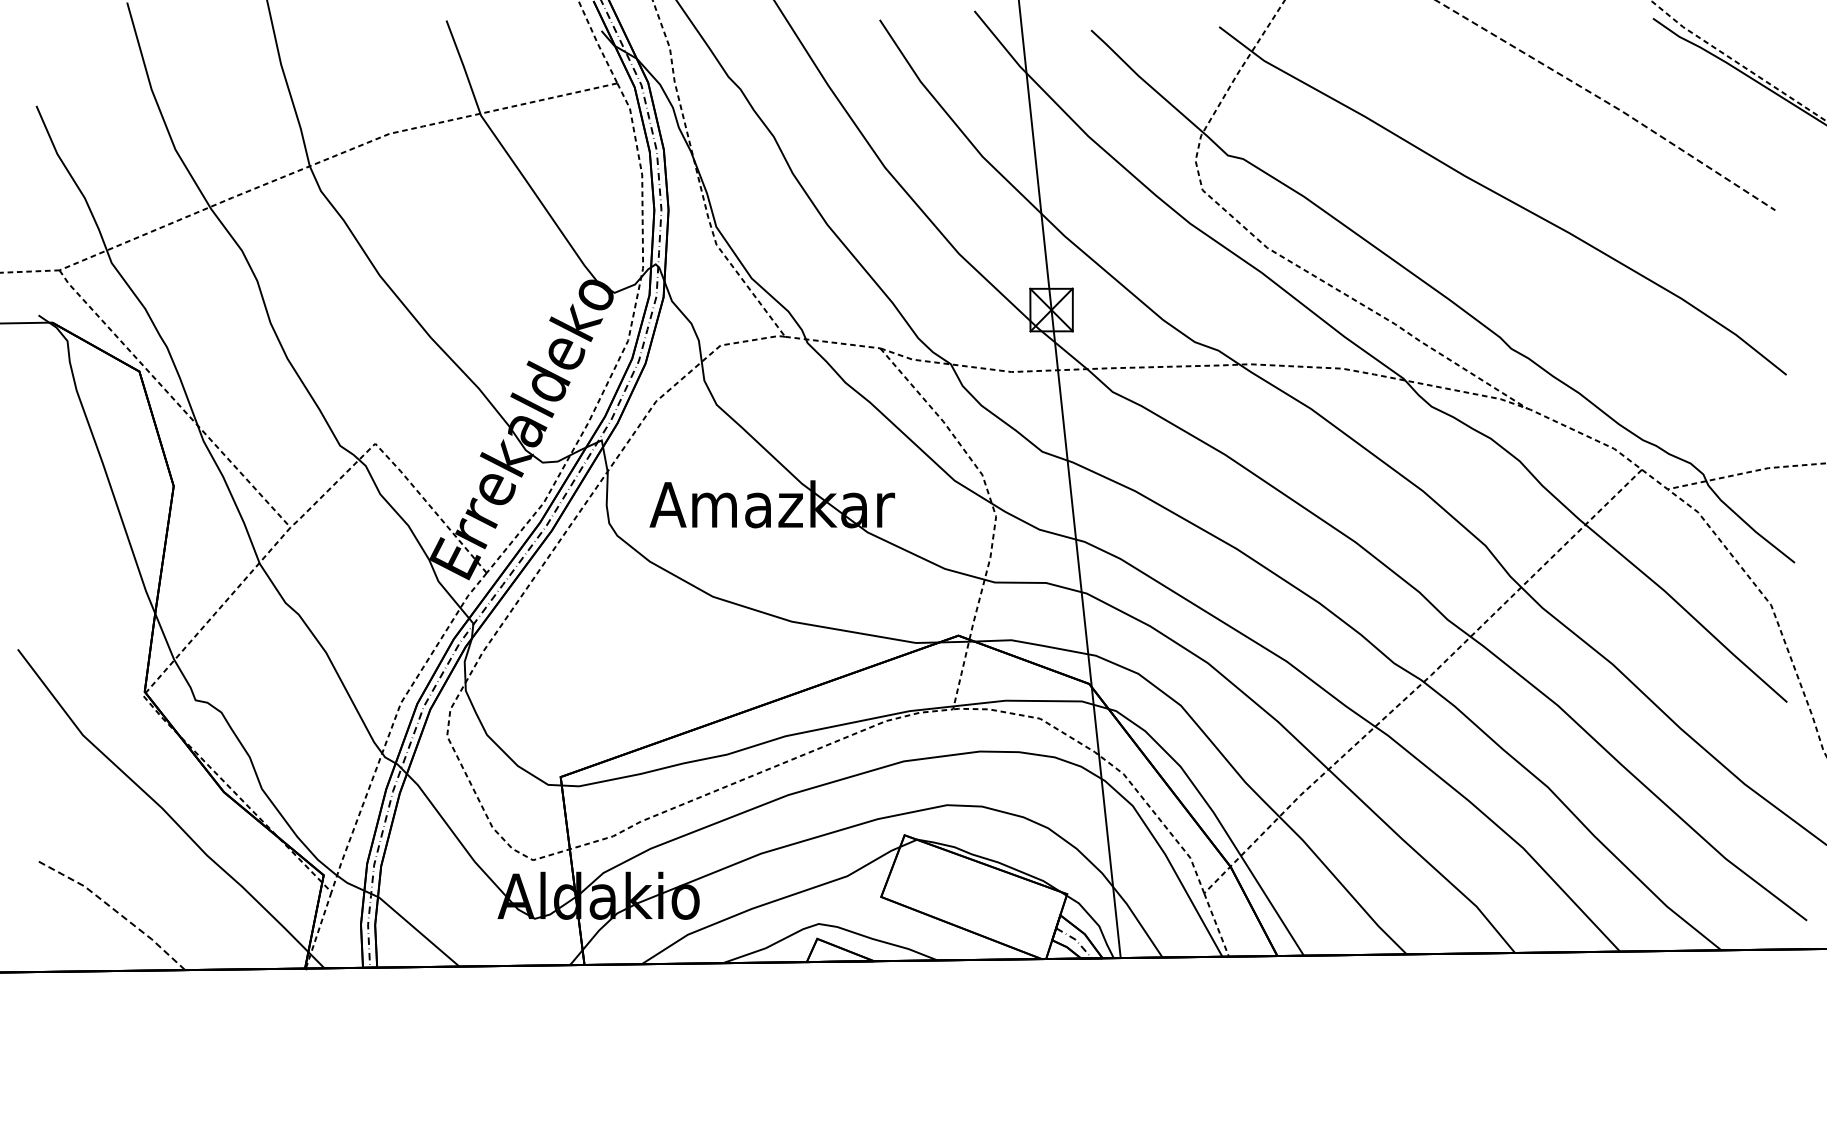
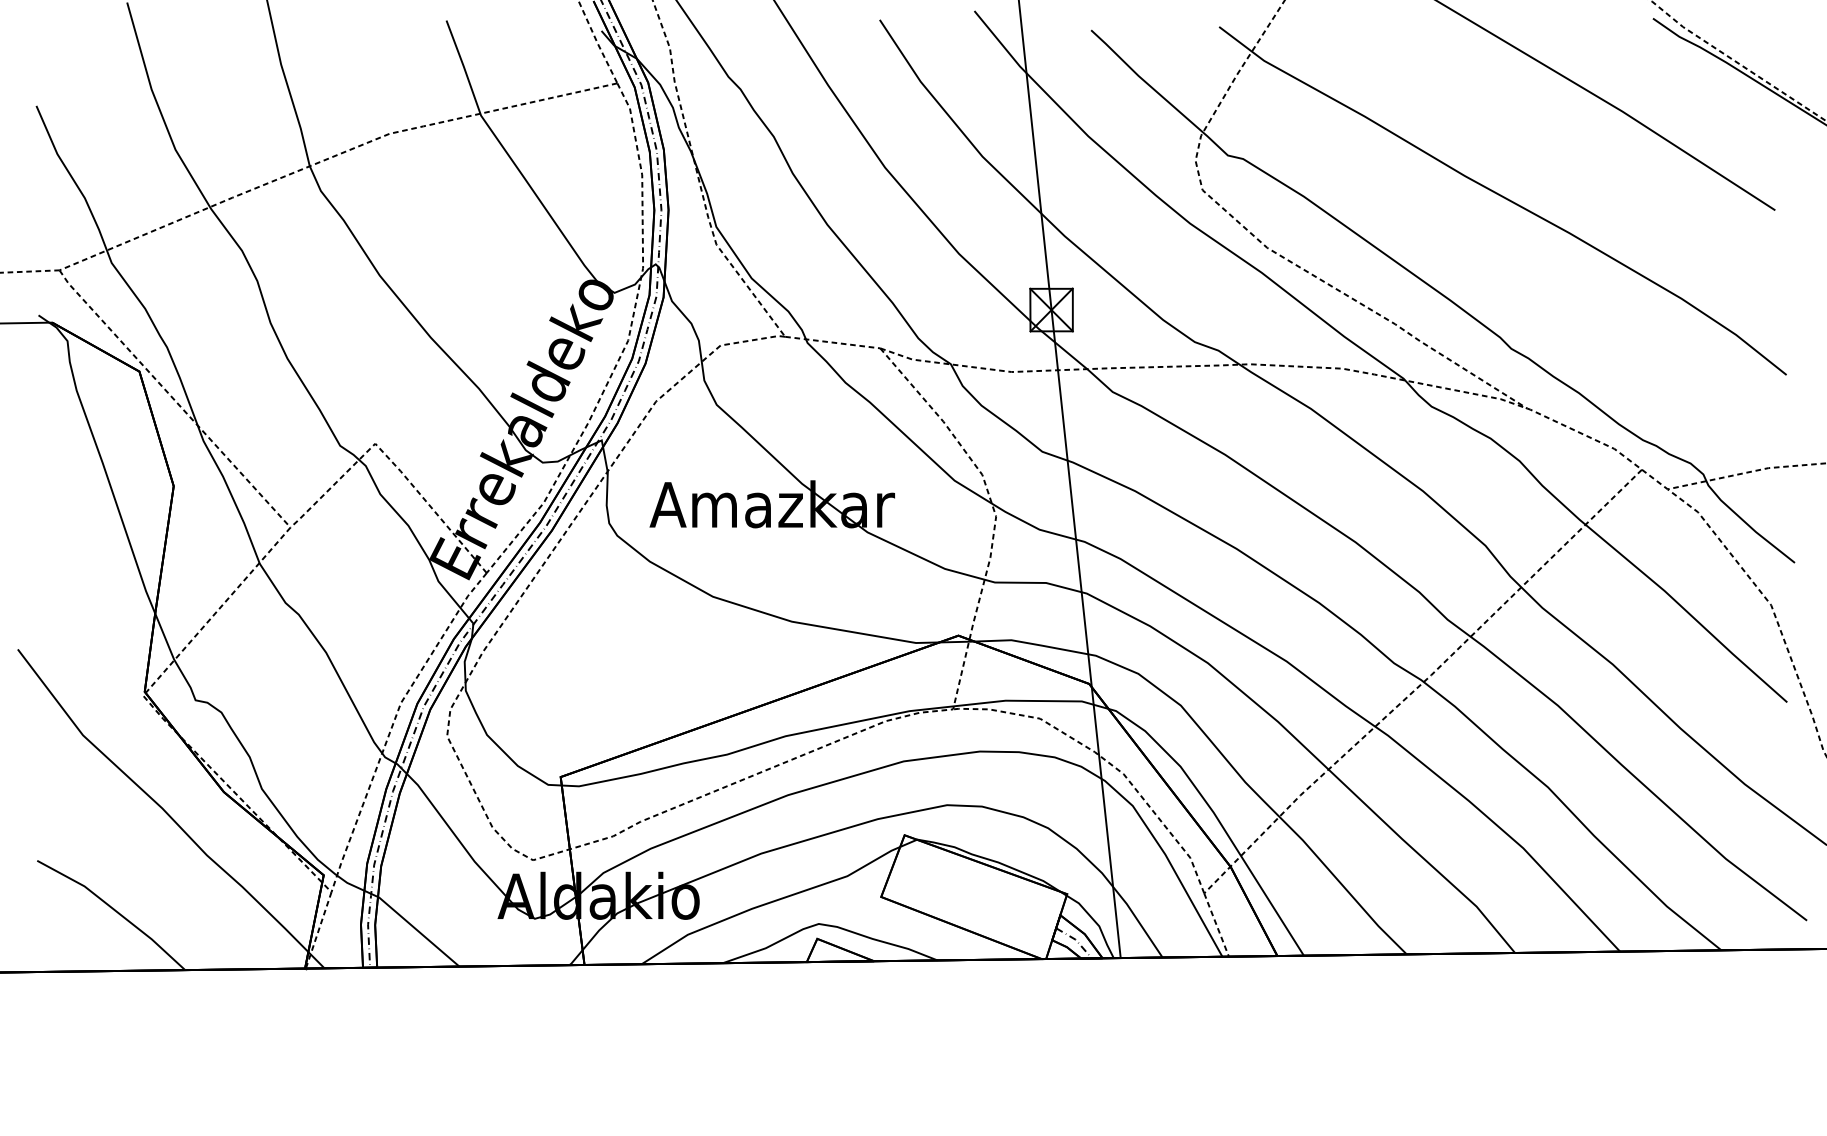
line at (1607, 102): dashed -> solid
line at (115, 910): dashed -> solid
